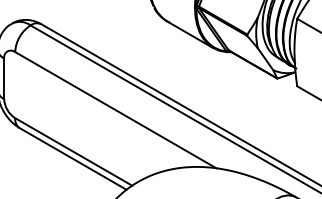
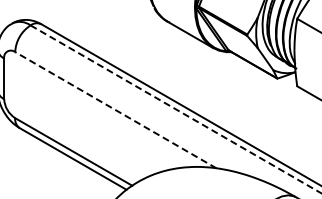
line at (115, 109): solid -> dashed
line at (176, 109): solid -> dashed
